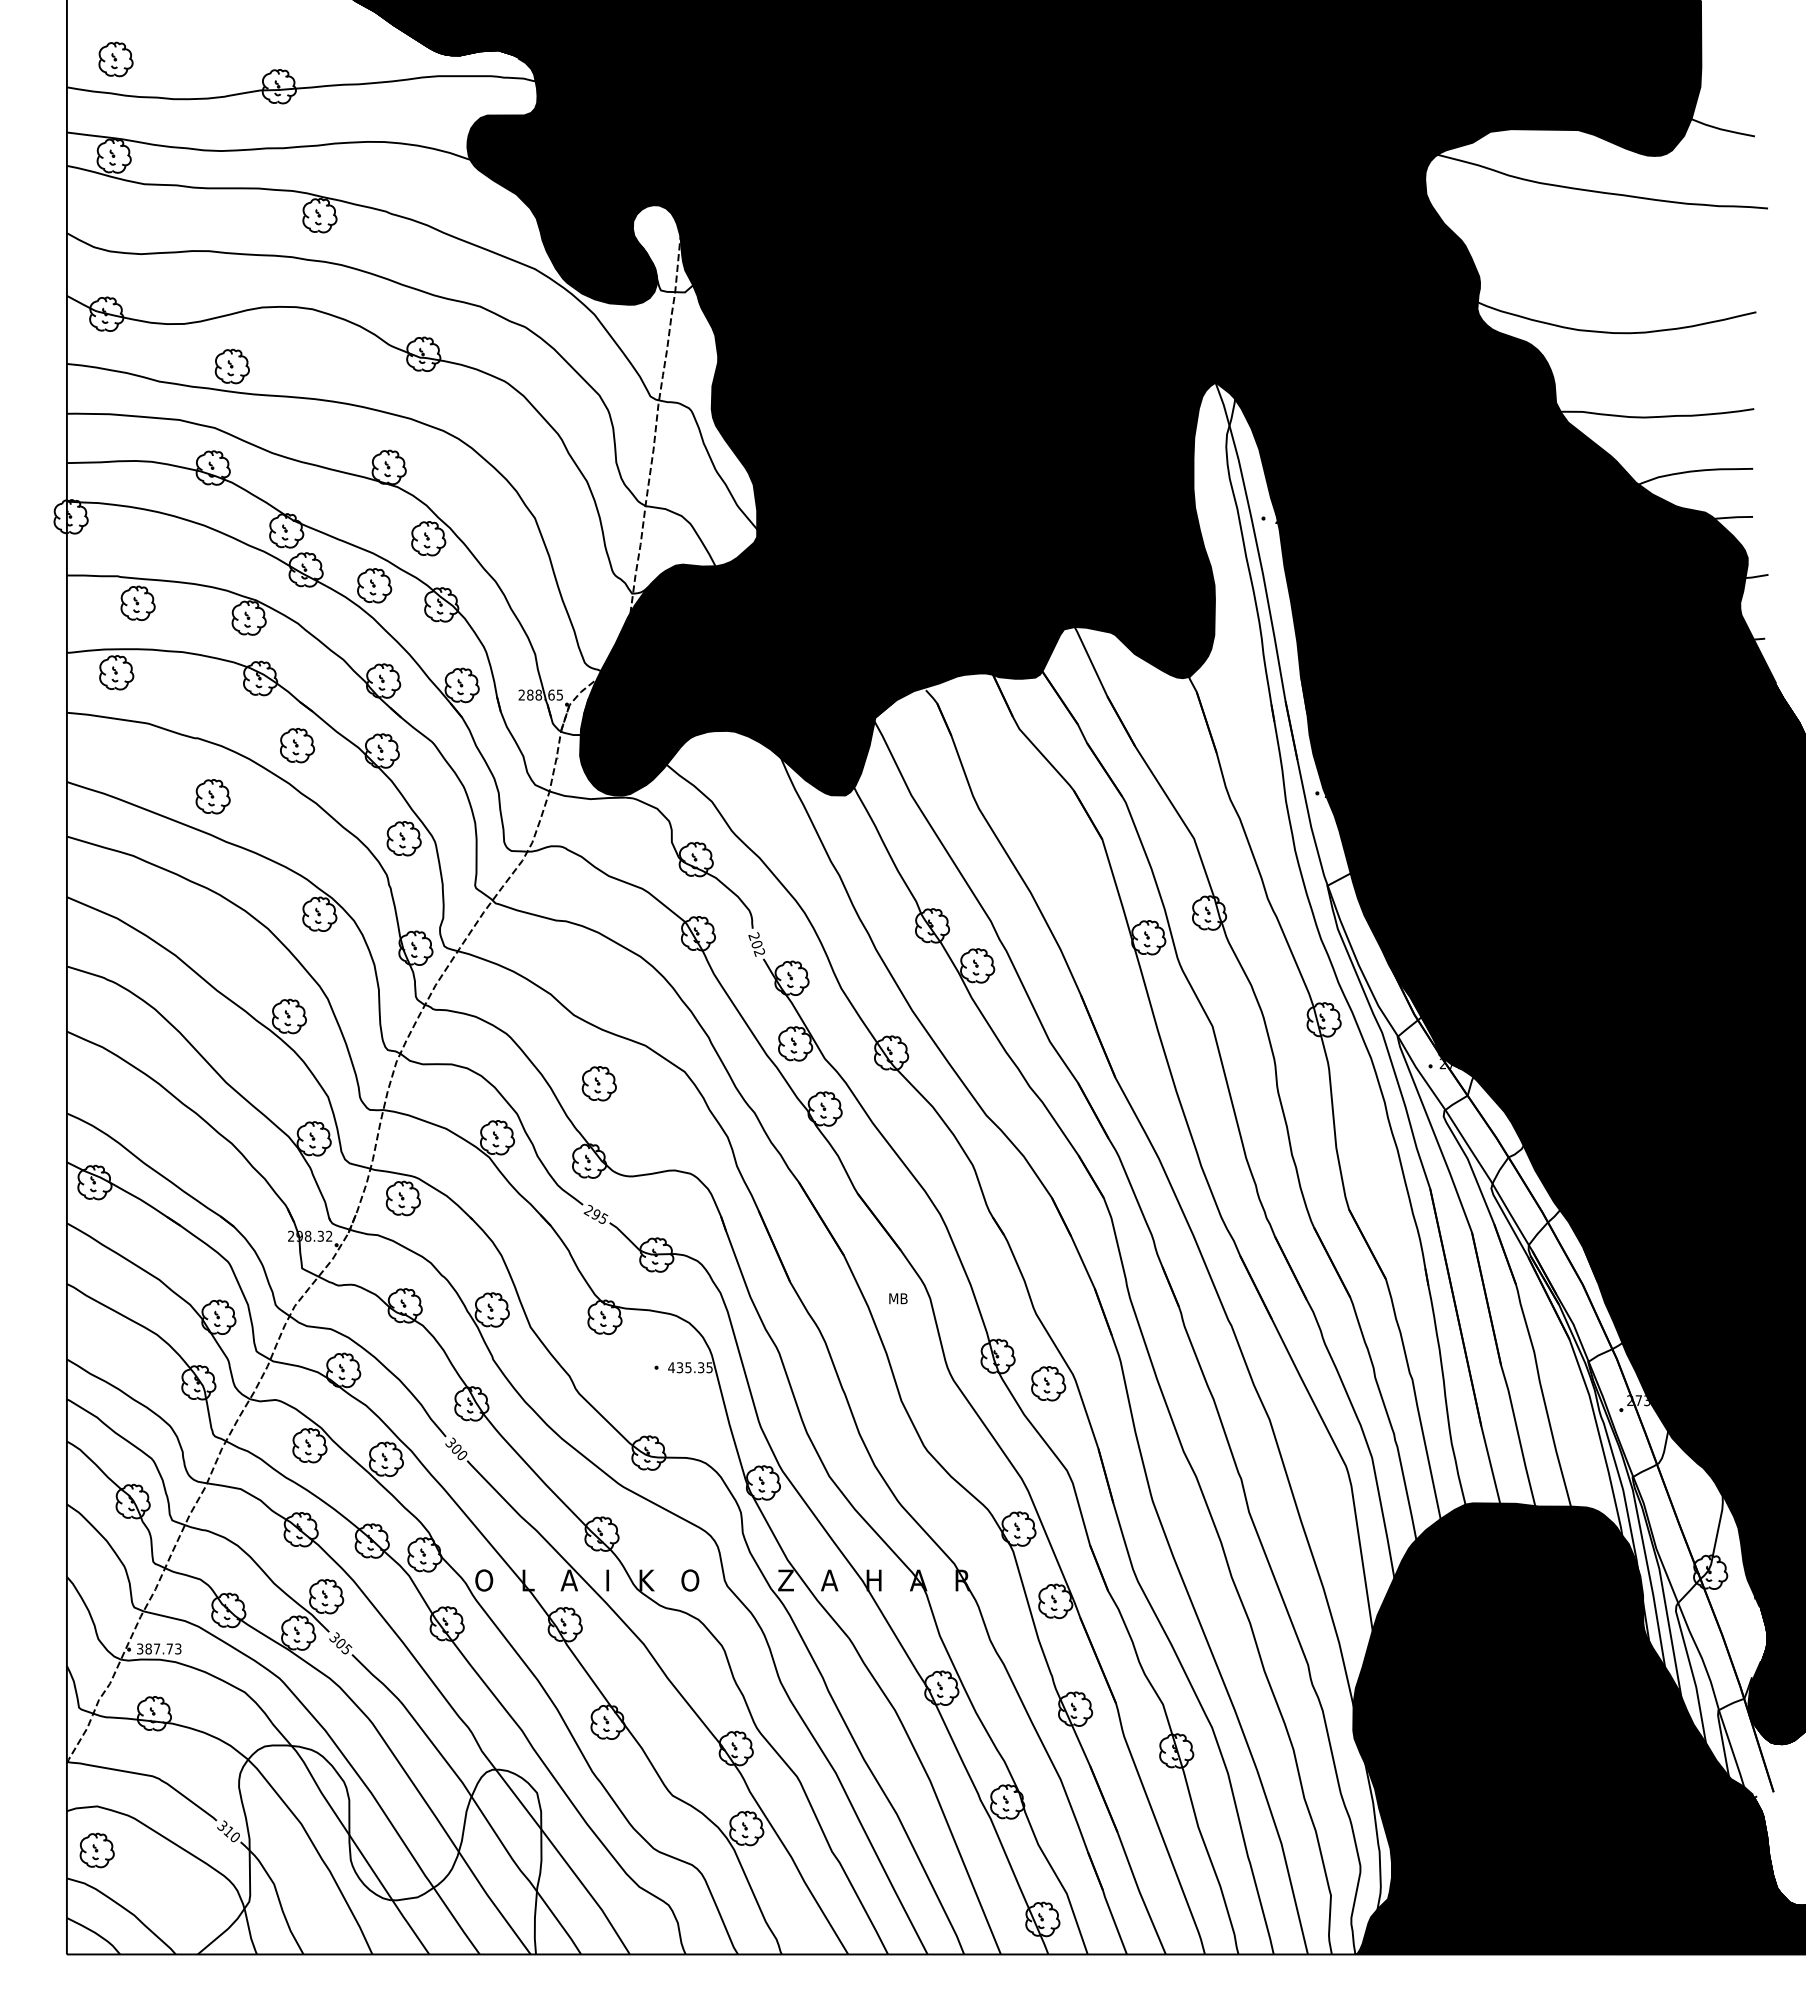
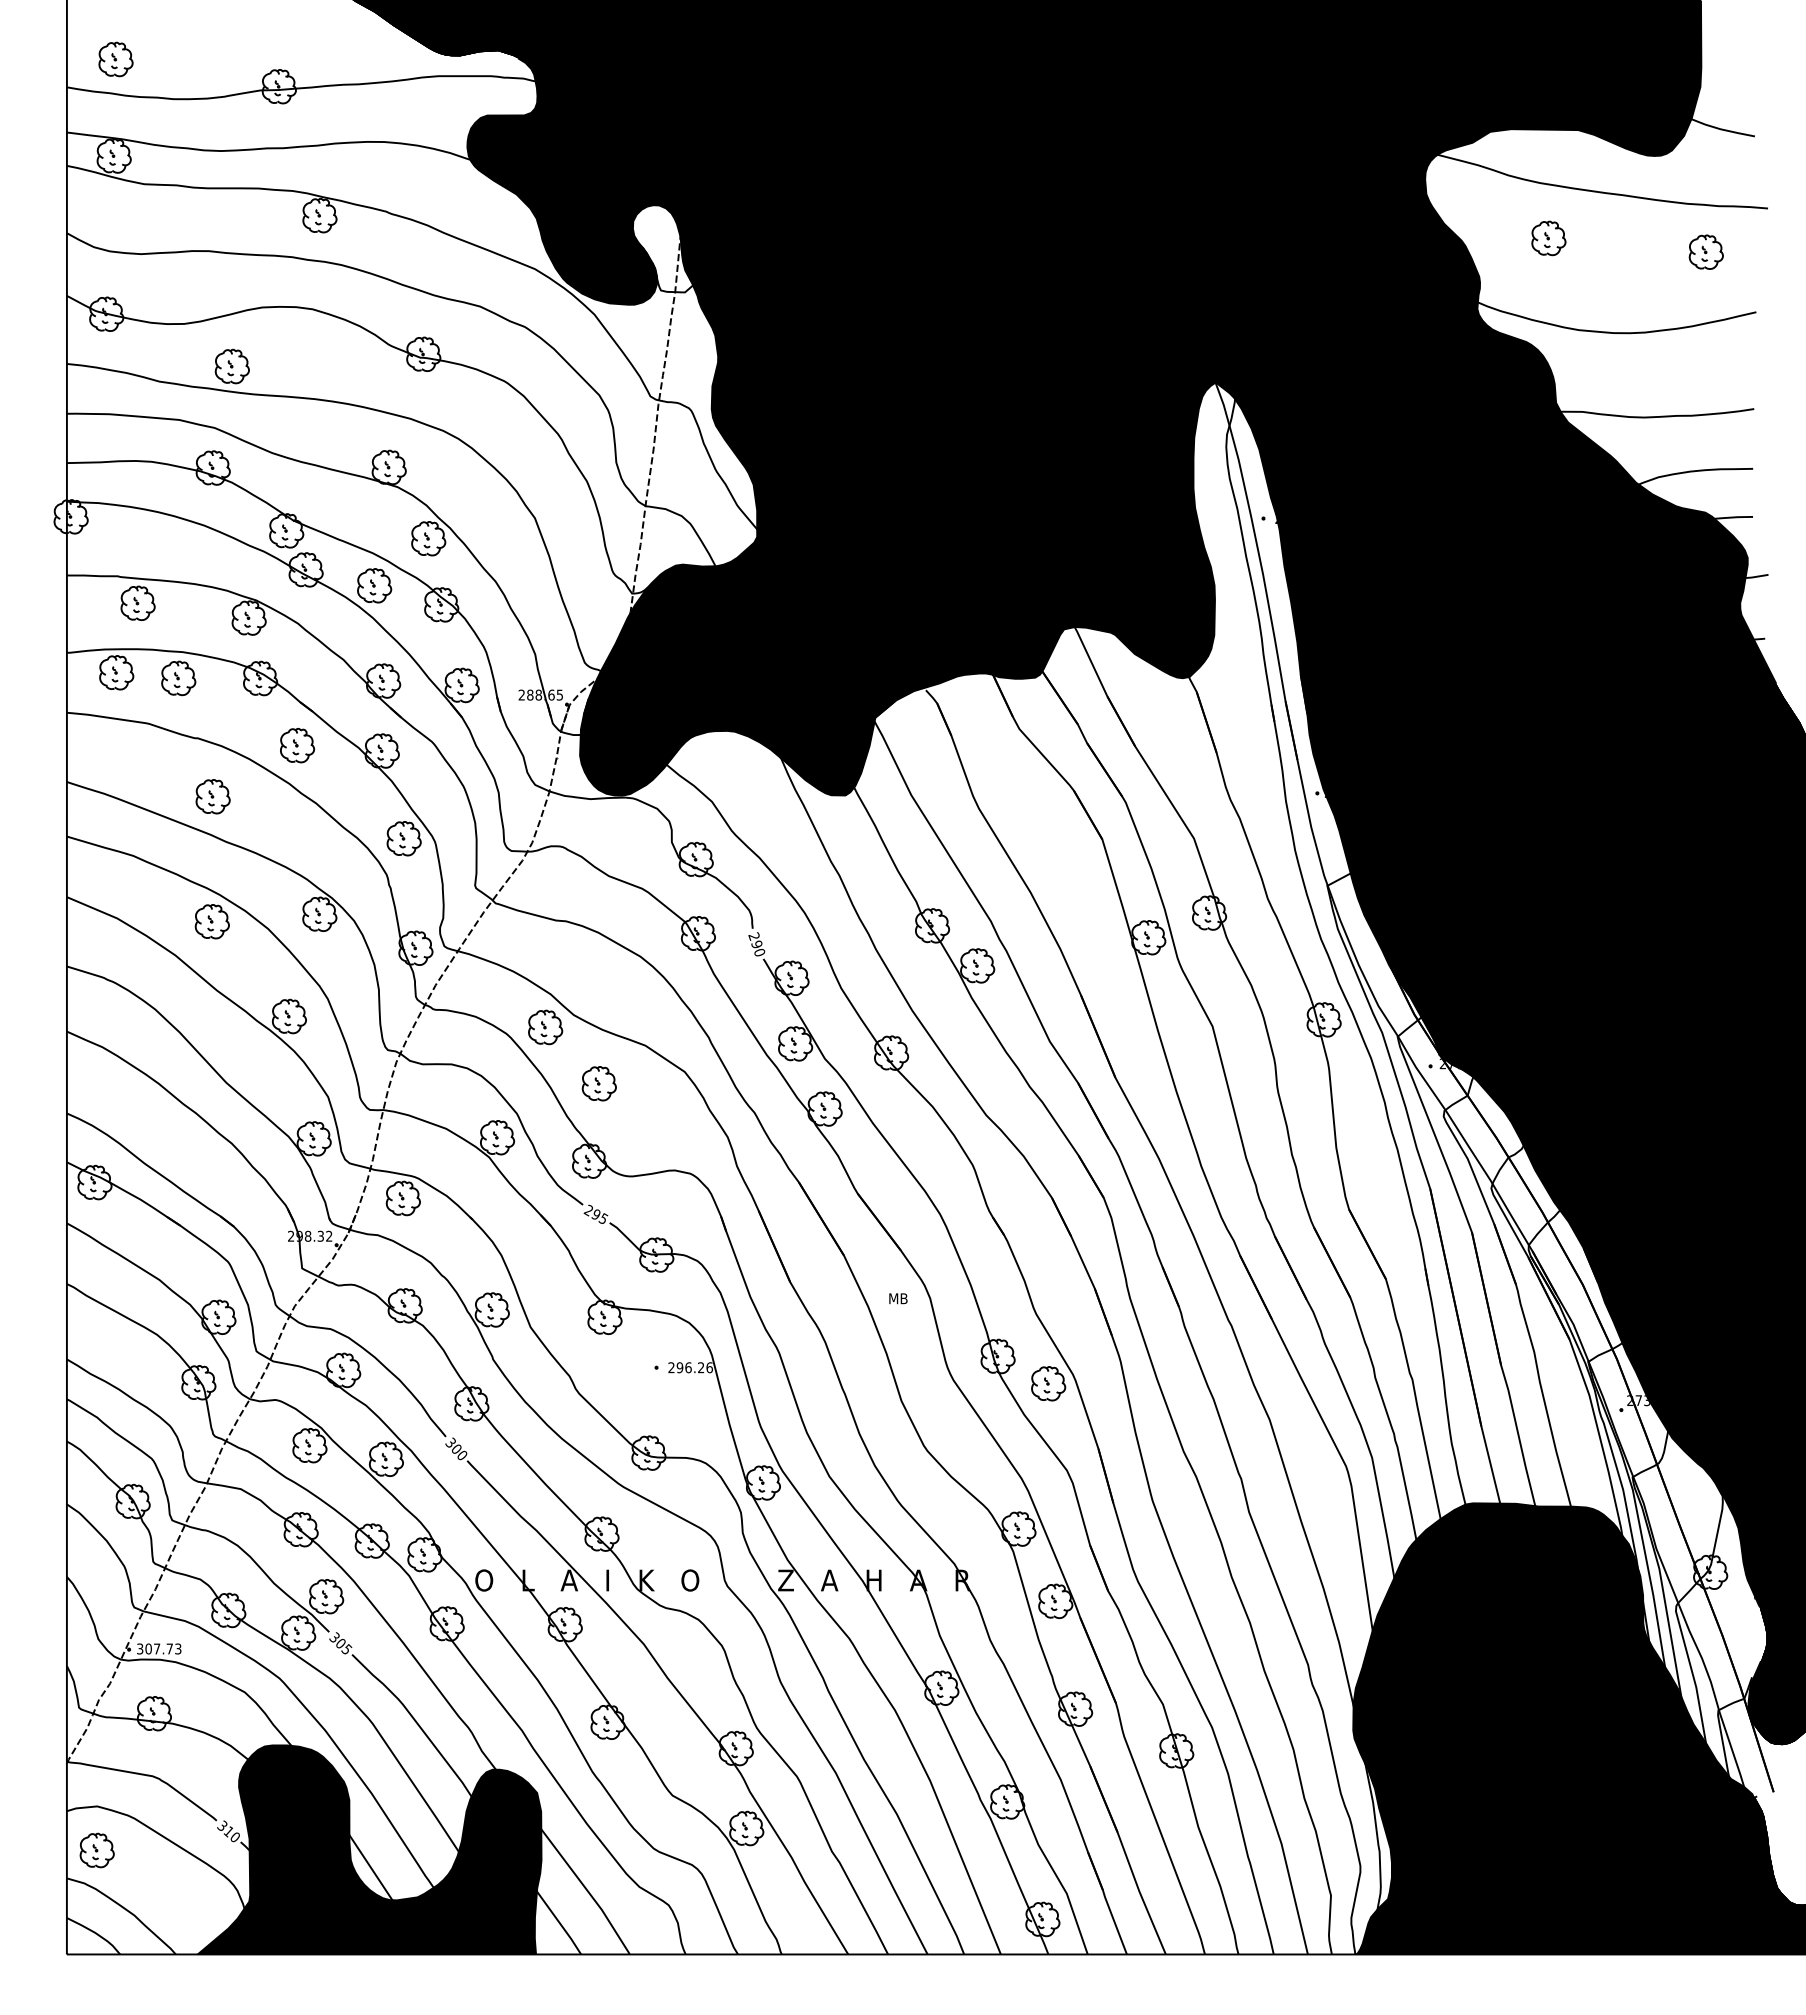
part at (1548, 238): none -> present
part at (1705, 251): none -> present
part at (178, 678): none -> present
part at (211, 921): none -> present
text at (757, 948): 202 -> 290
part at (545, 1027): none -> present
text at (690, 1367): 435.35 -> 296.26
text at (148, 1648): 387.73 -> 307.73
fill at (369, 1849): none -> present
